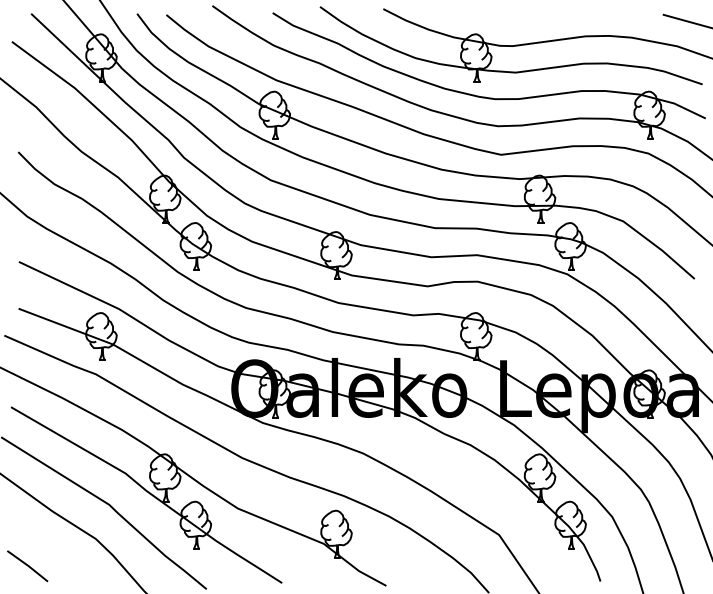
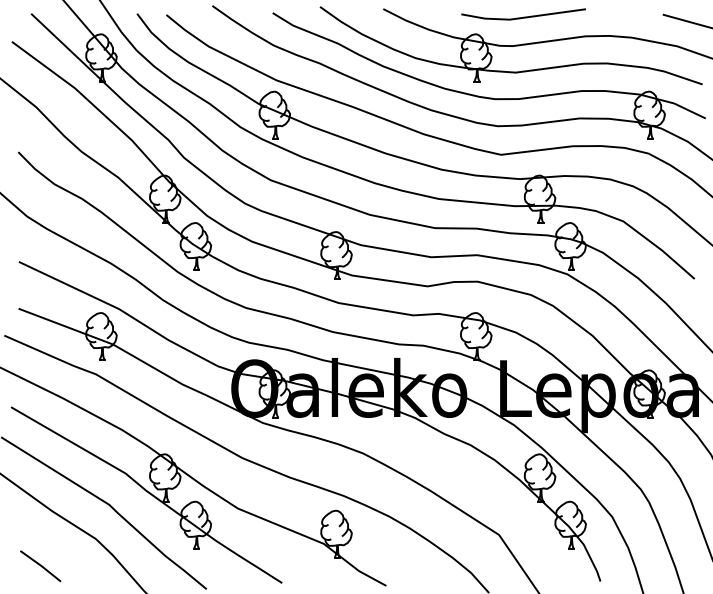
line at (523, 16): none -> present
line at (27, 566) position: (27, 566) -> (40, 566)
